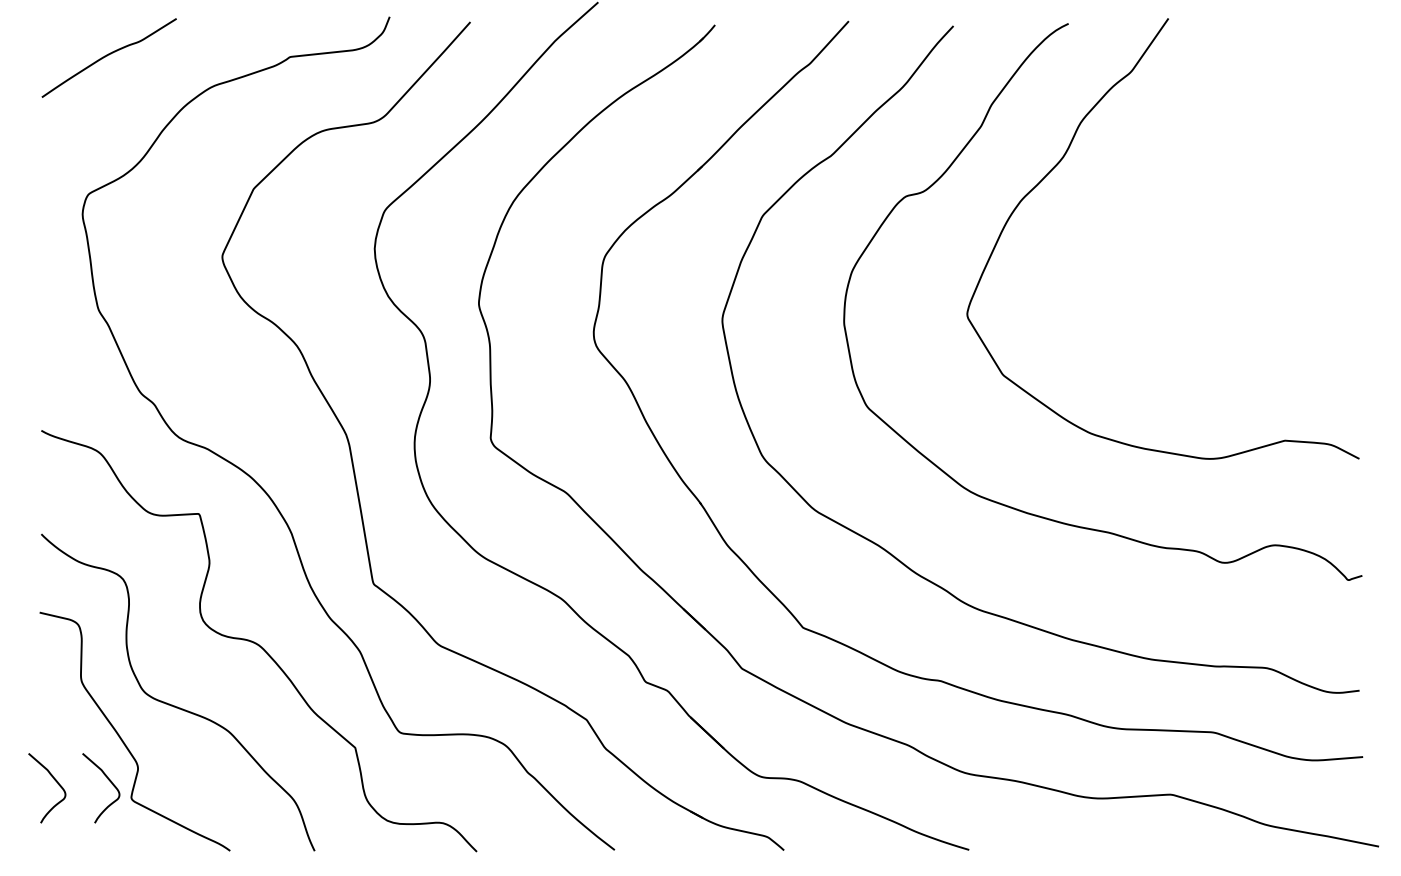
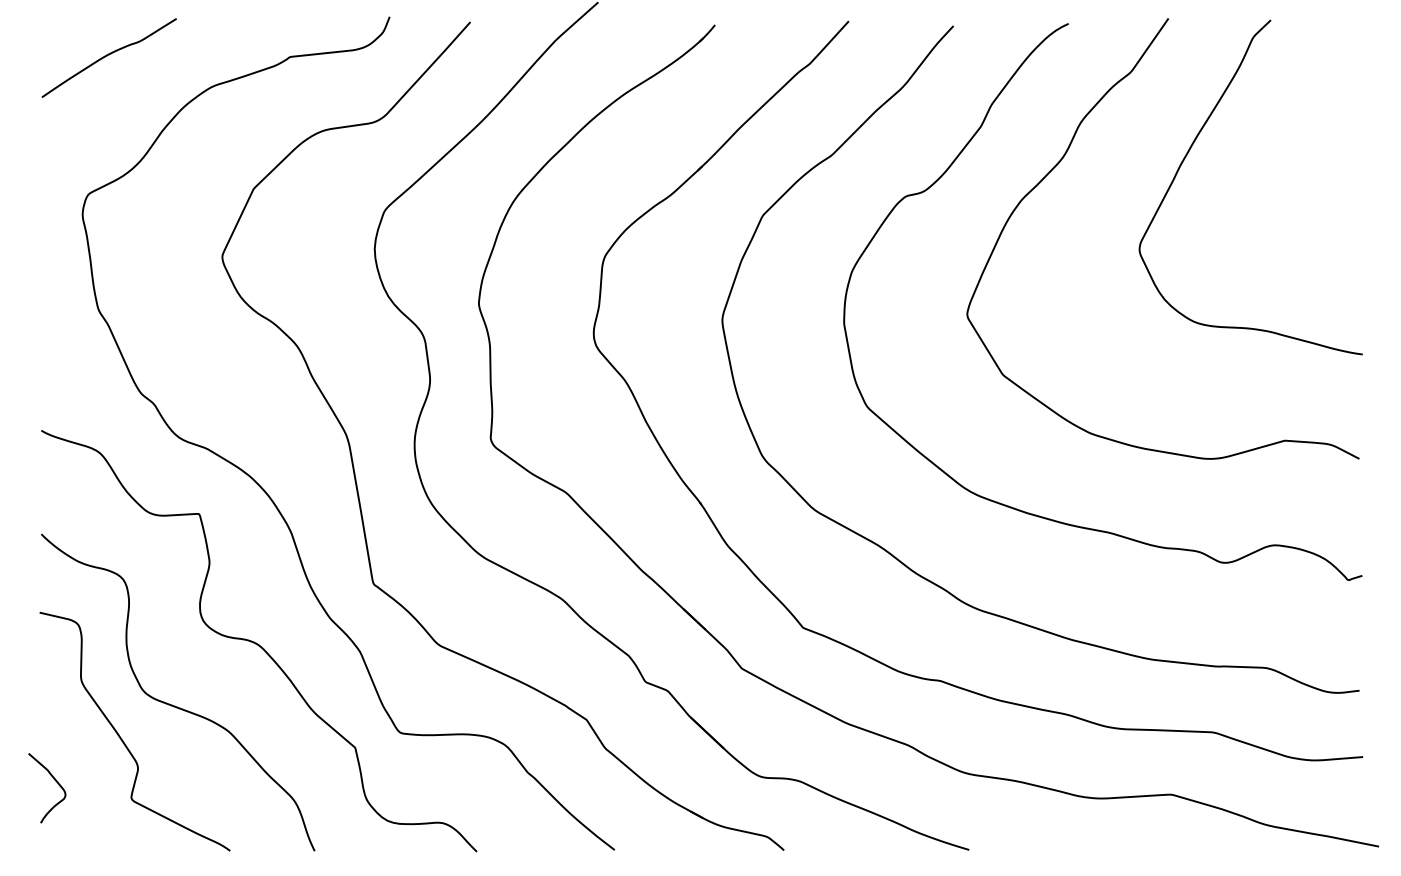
curve at (1190, 150): none -> present
curve at (108, 780): present -> none
